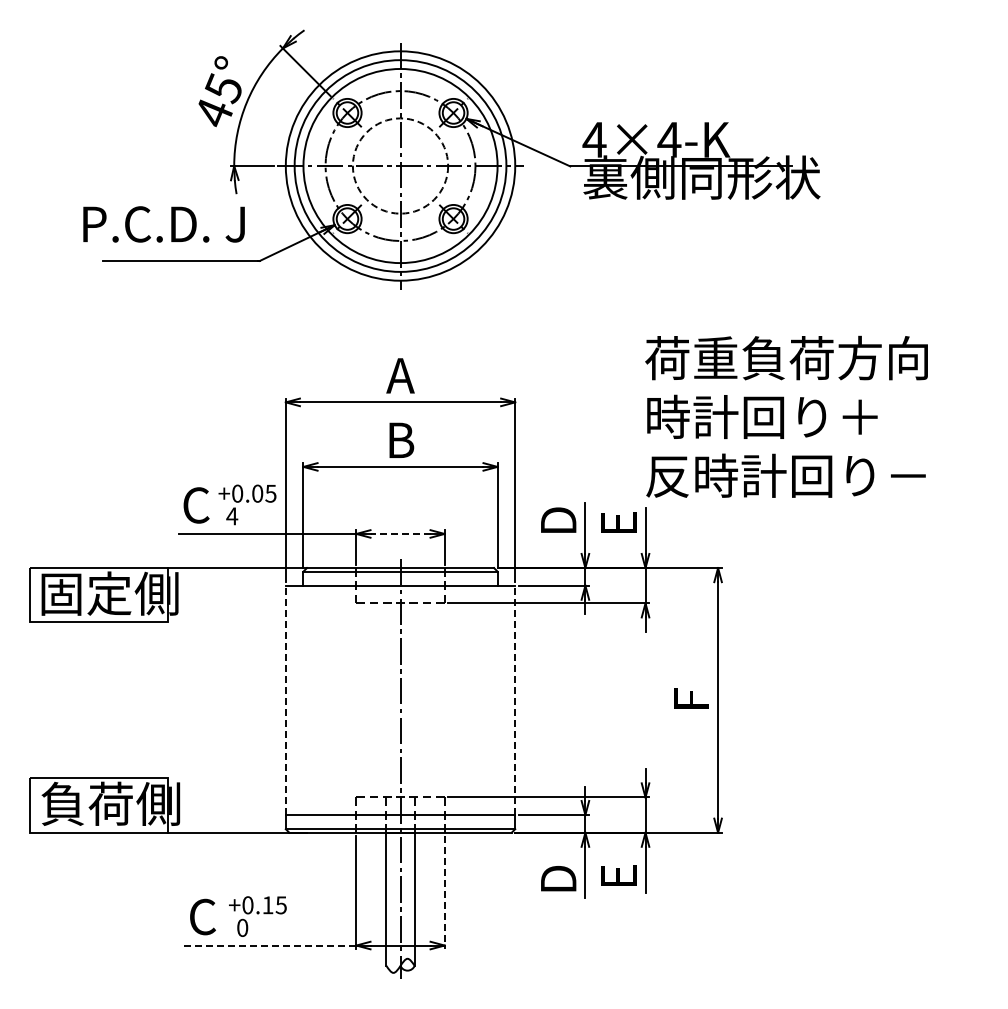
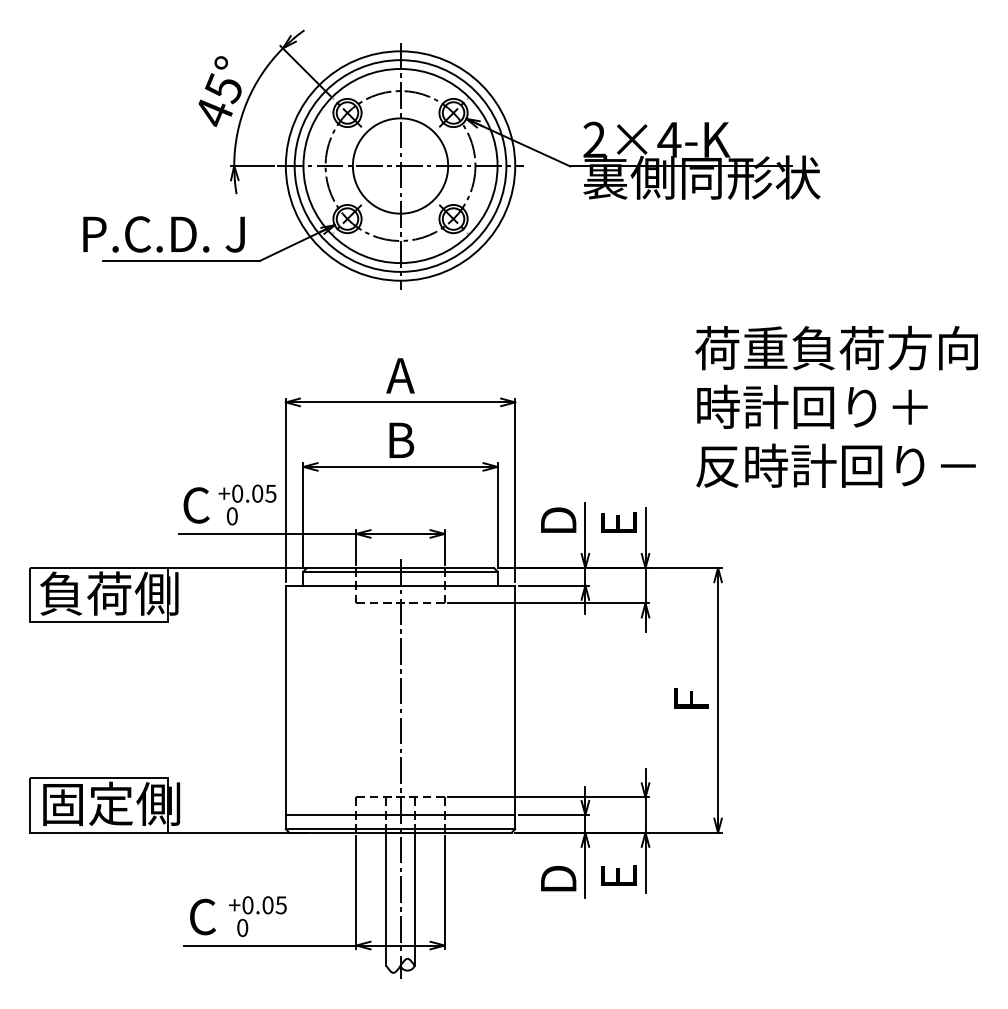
text at (594, 139): 4×4-K -> 2×4-K
circle at (400, 165): dashed -> solid
text at (163, 224) position: (163, 224) -> (163, 234)
text at (786, 416) position: (786, 416) -> (836, 406)
text at (232, 516): 4 -> 0
line at (400, 533): dashed -> solid
text at (85, 593): 固定側 -> 負荷側
line at (285, 700): dashed -> solid
line at (515, 700): dashed -> solid
text at (86, 803): 負荷側 -> 固定側
line at (444, 893): dashed -> solid
text at (267, 905): +0.15 -> +0.05
line at (269, 945): dashed -> solid
